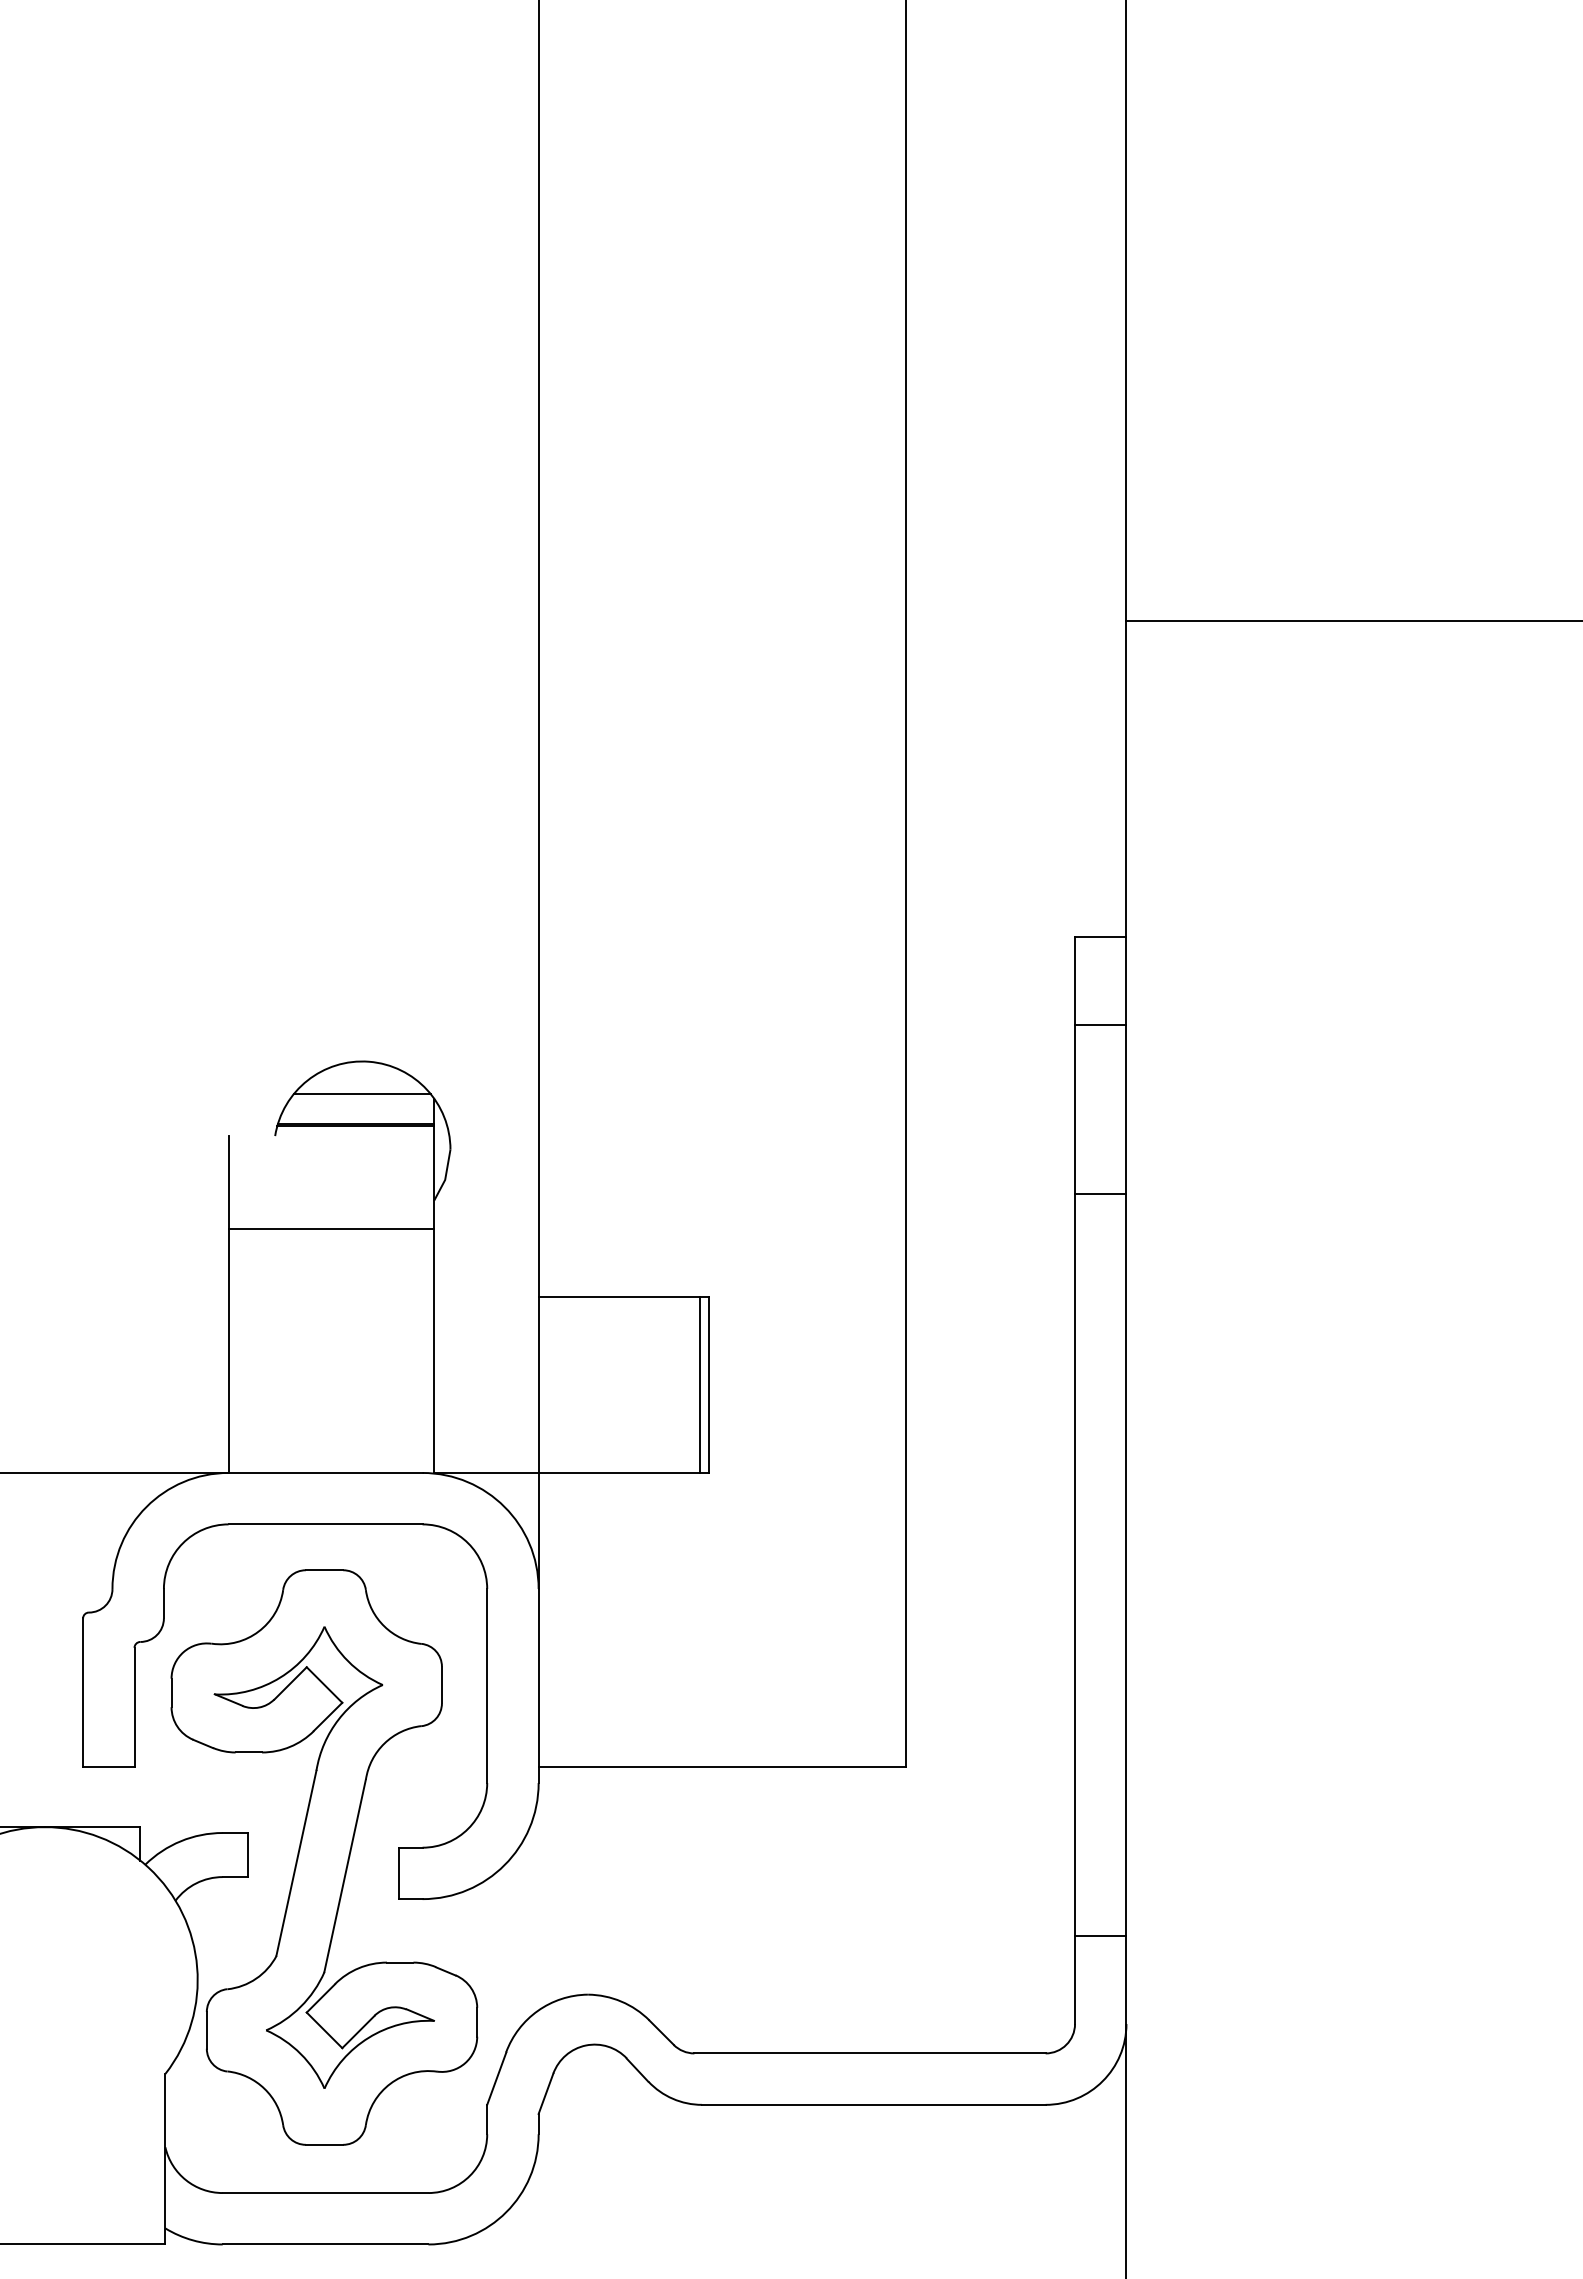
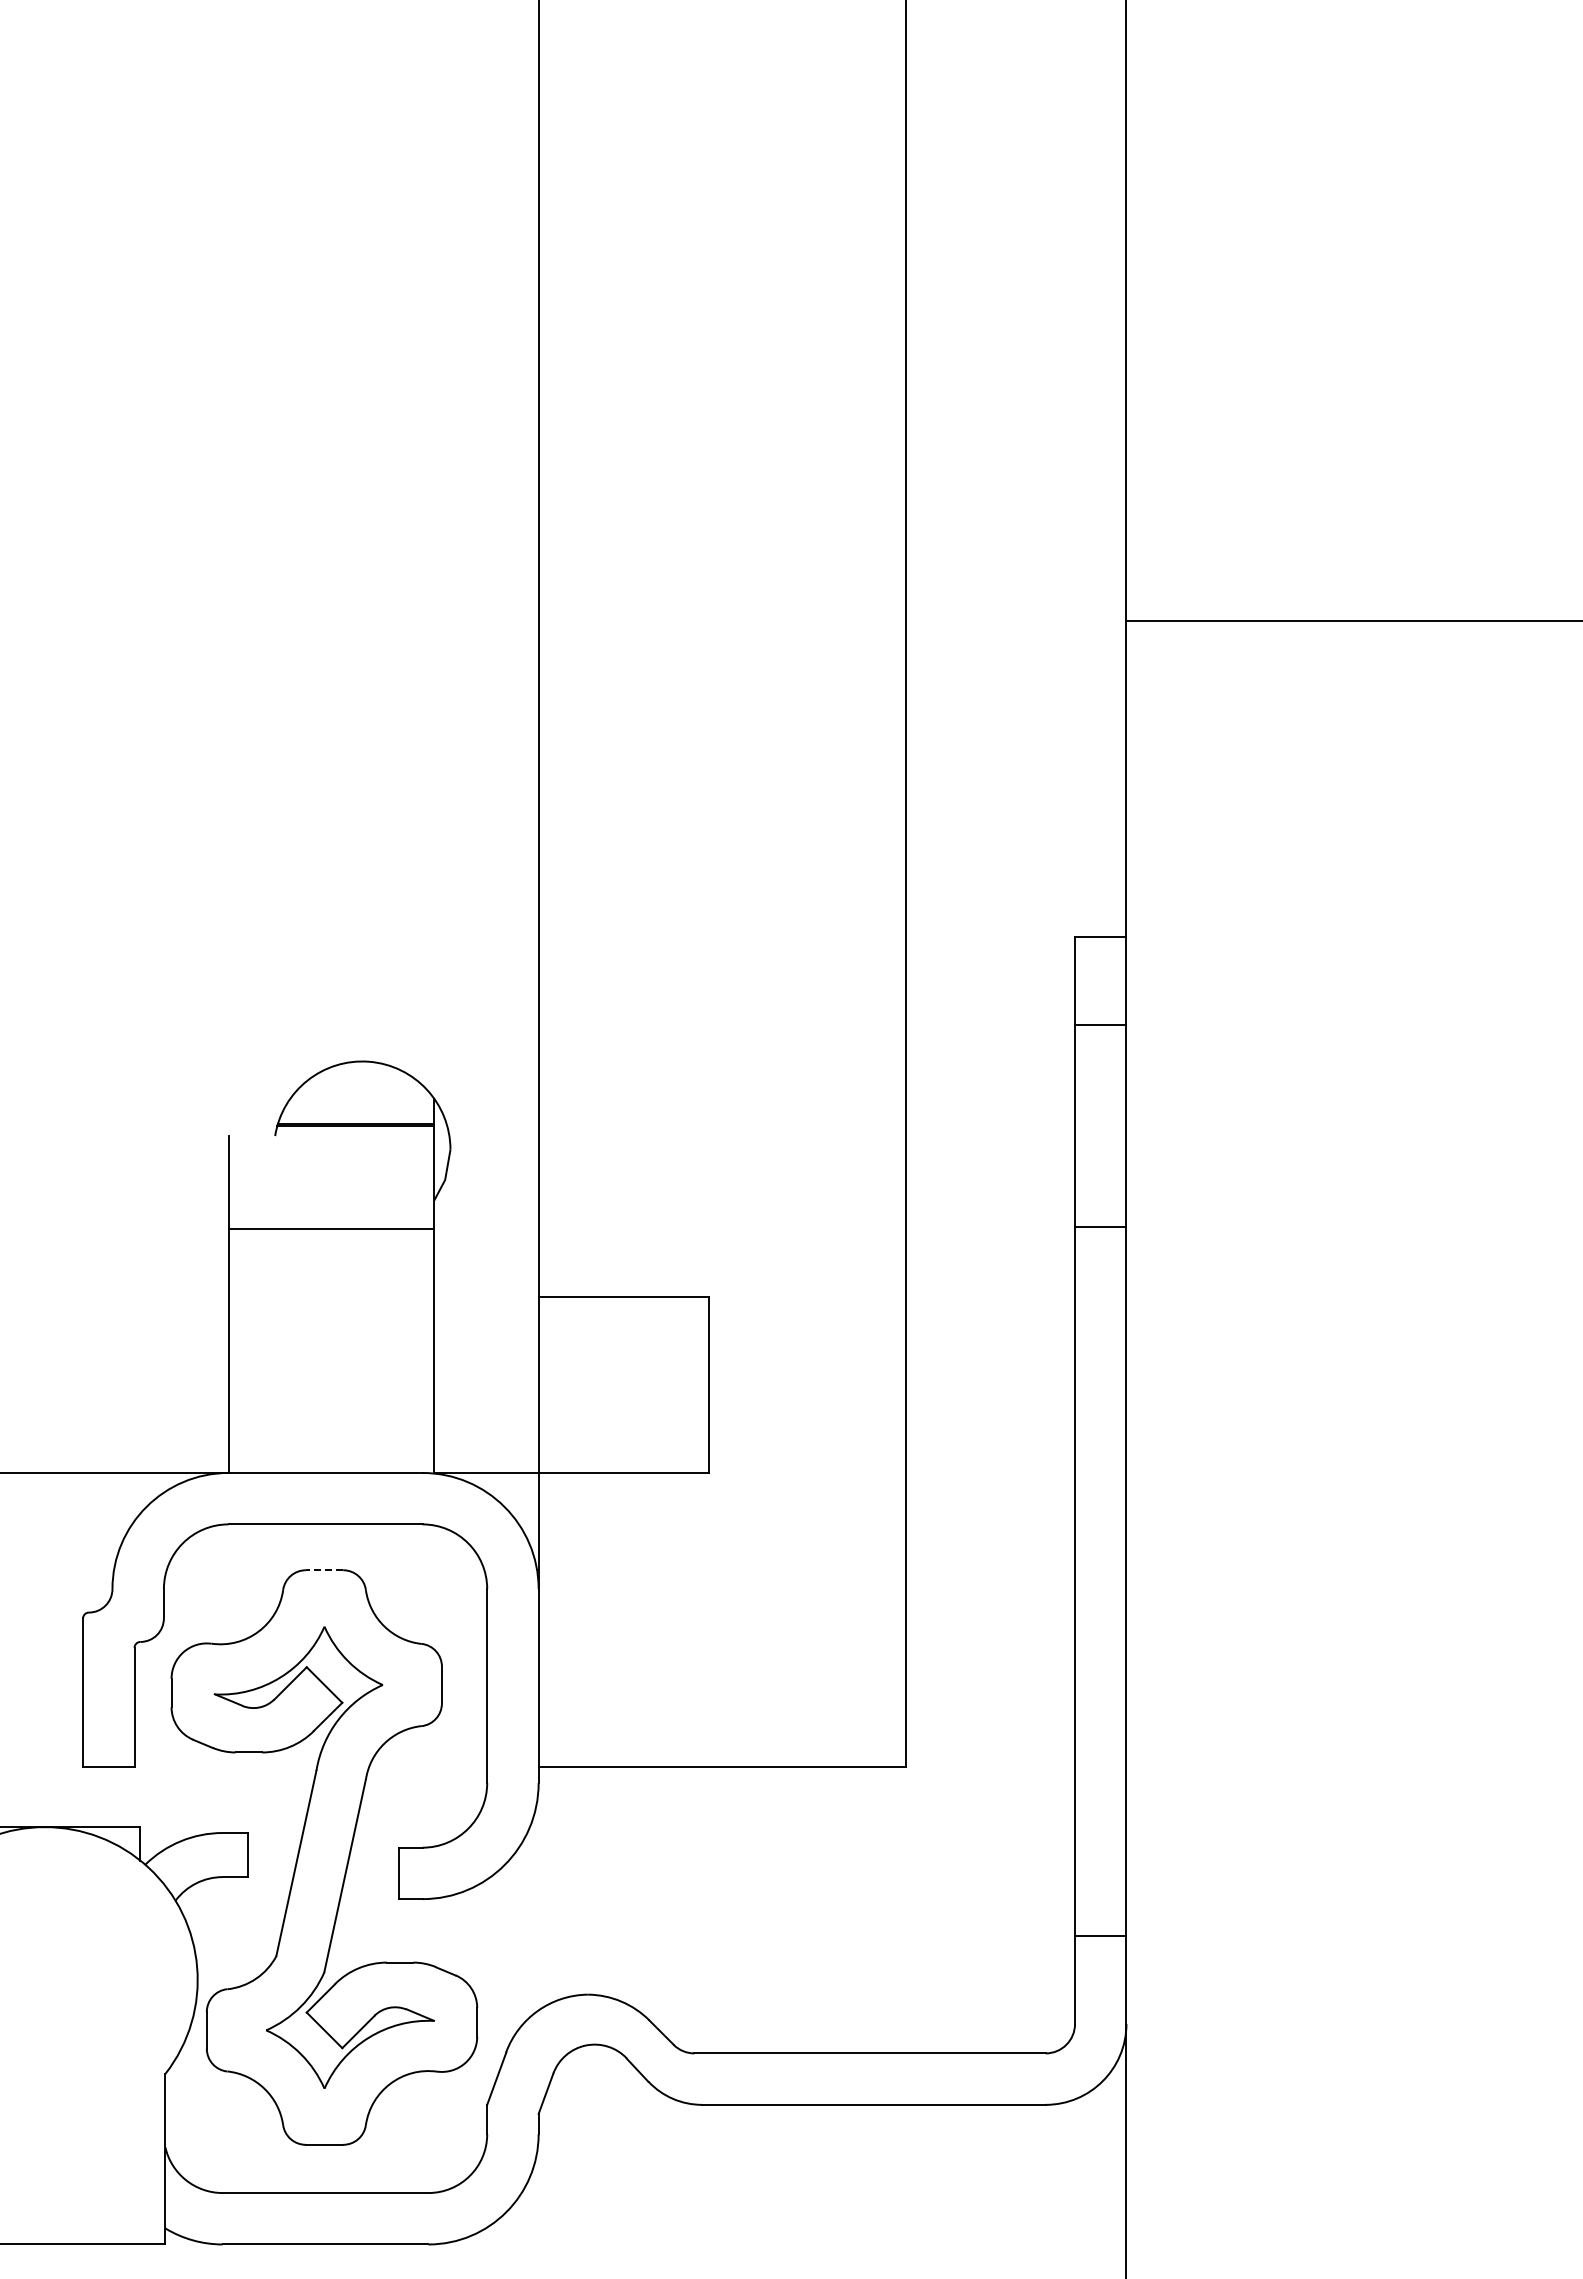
line at (361, 1094): present -> none
line at (1100, 1193) position: (1100, 1193) -> (1100, 1226)
line at (700, 1384): present -> none
line at (324, 1570): solid -> dashed
